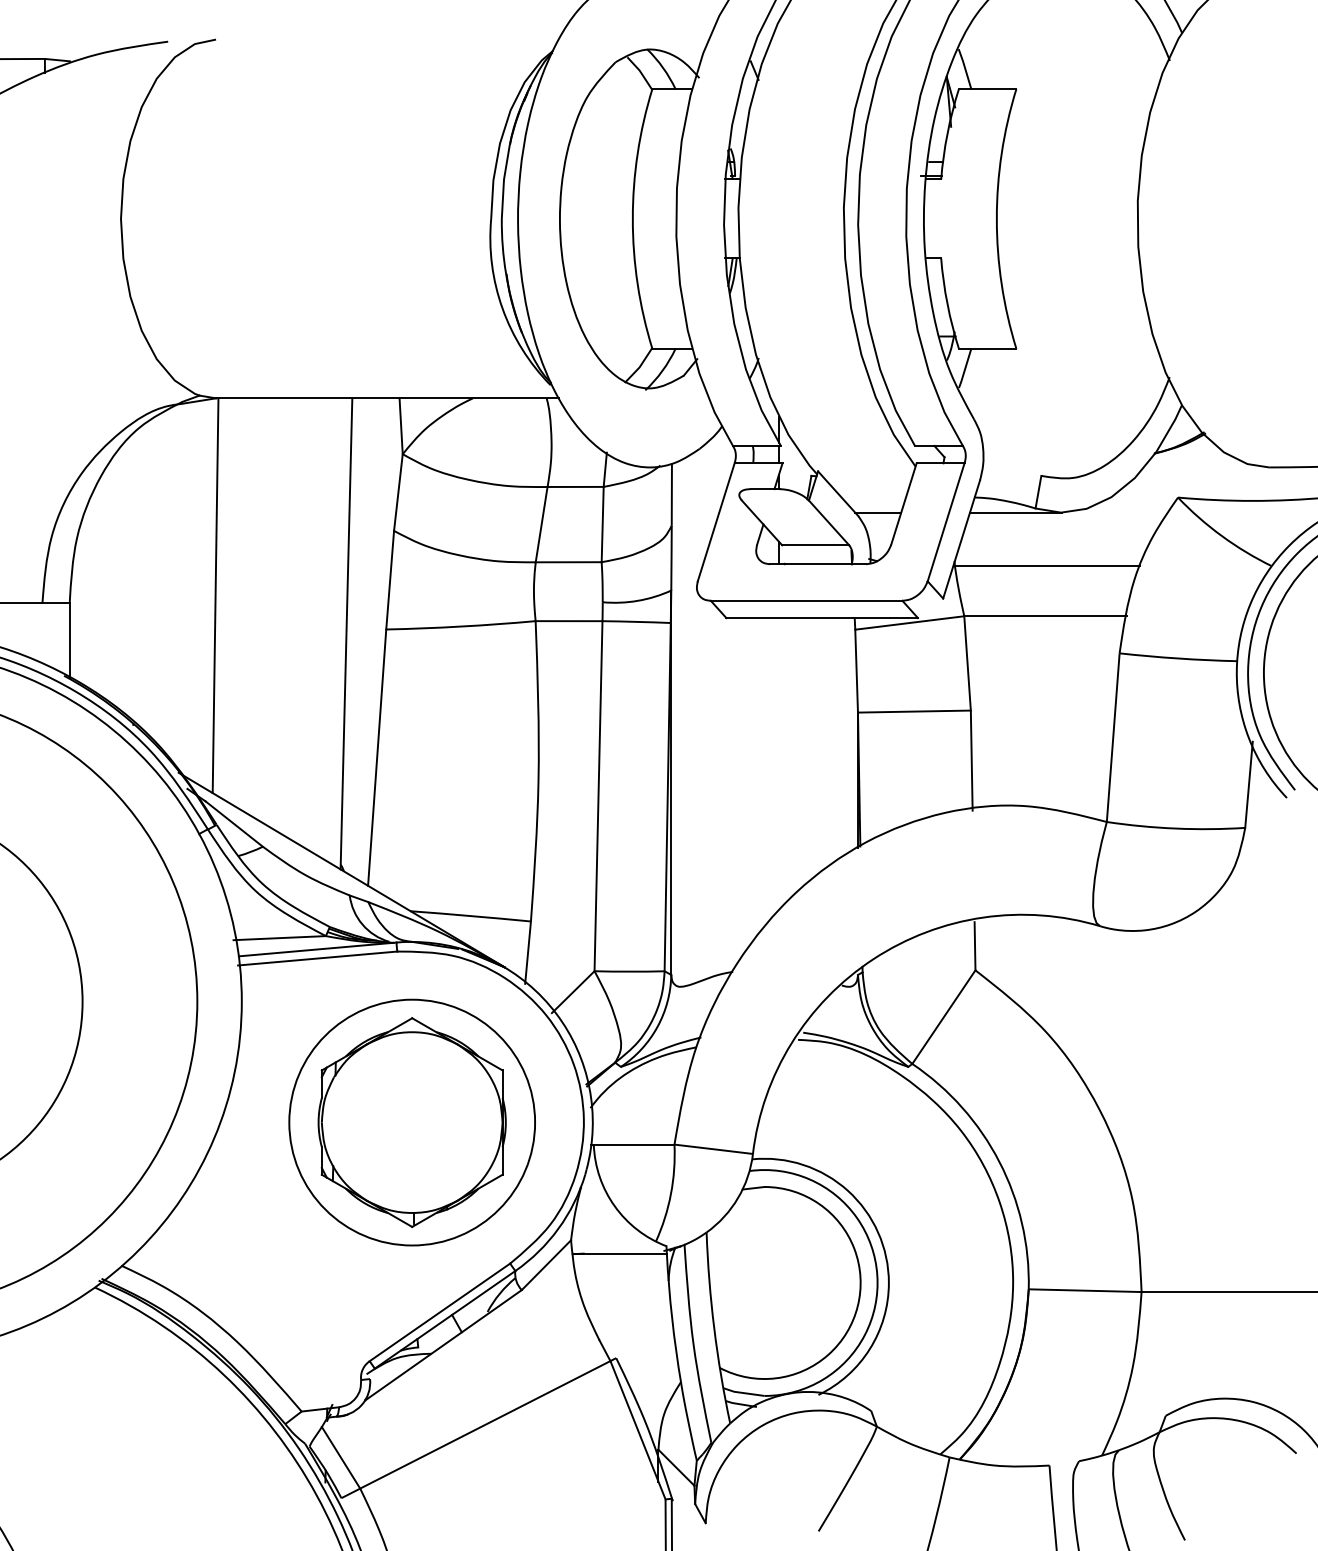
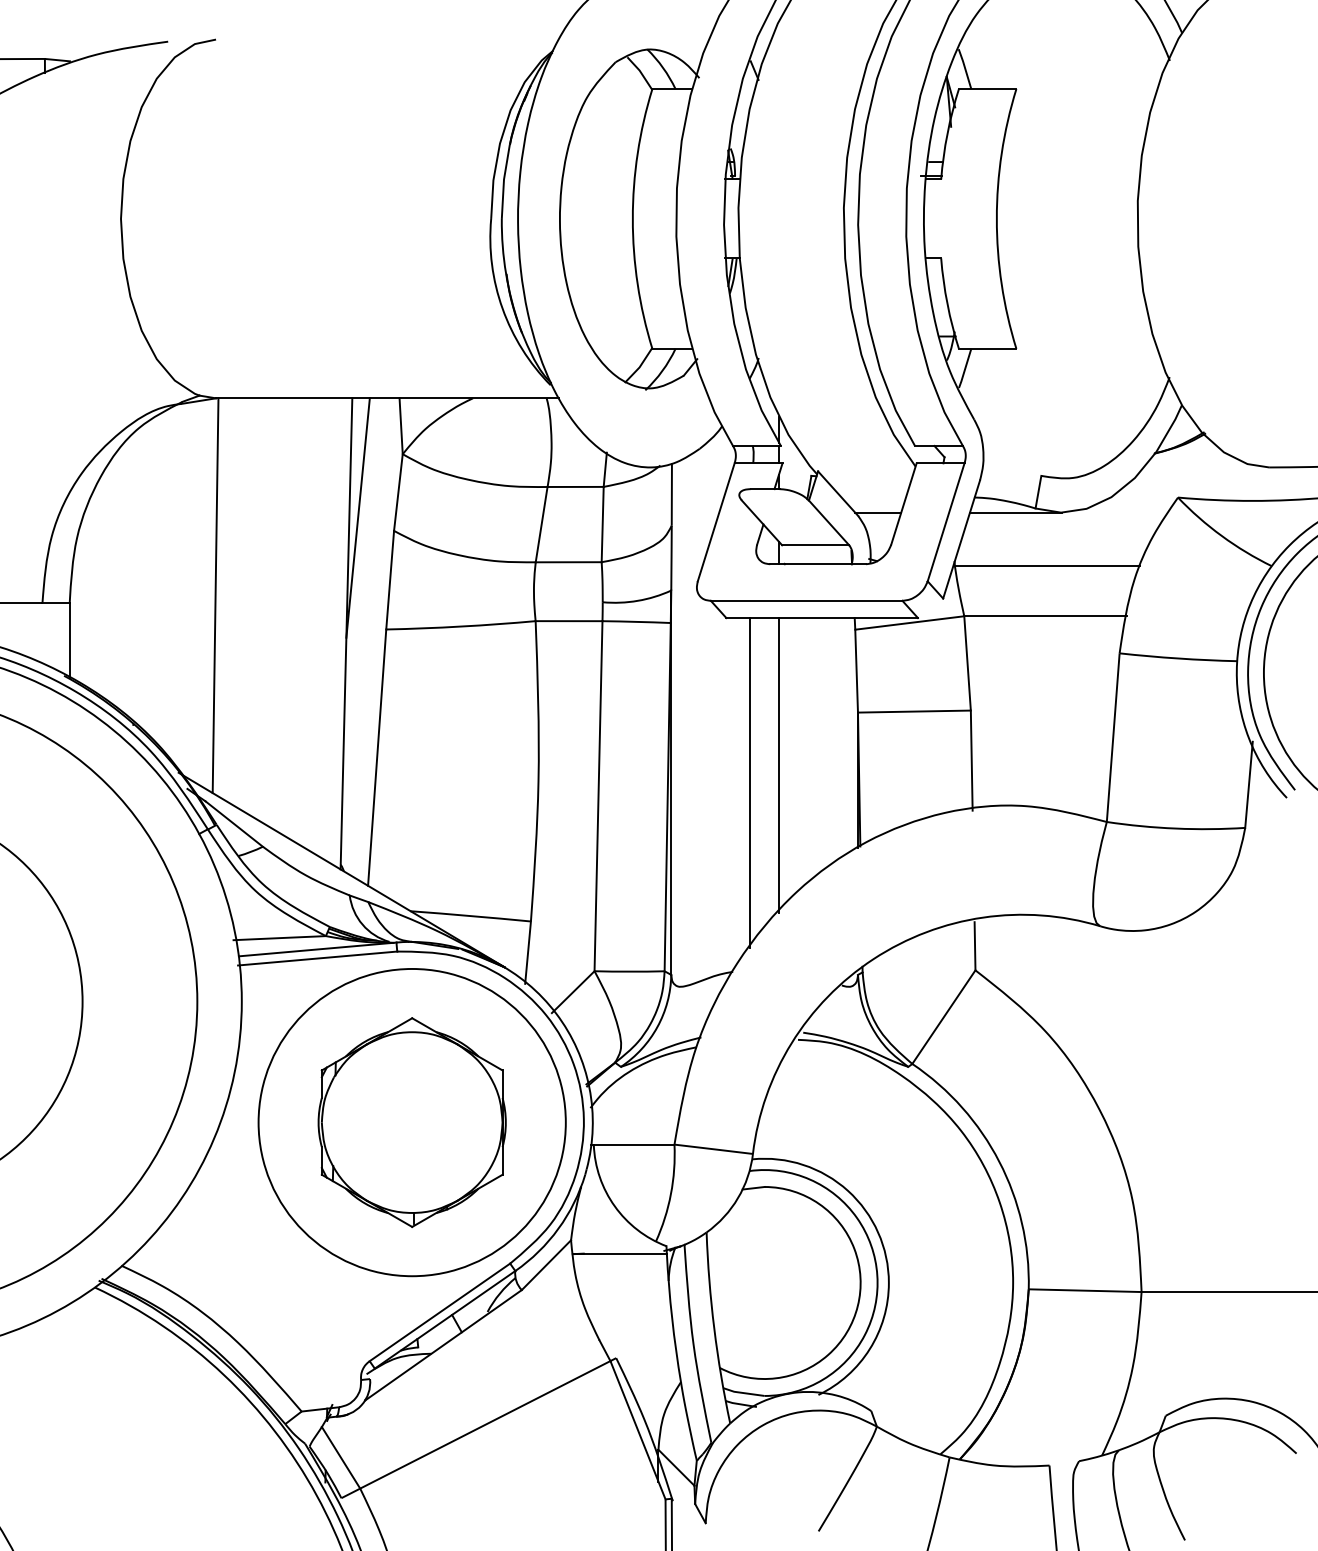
line at (357, 517): none -> present
line at (778, 765): none -> present
line at (750, 782): none -> present
circle at (412, 1122) diameter: 246 px -> 307 px
